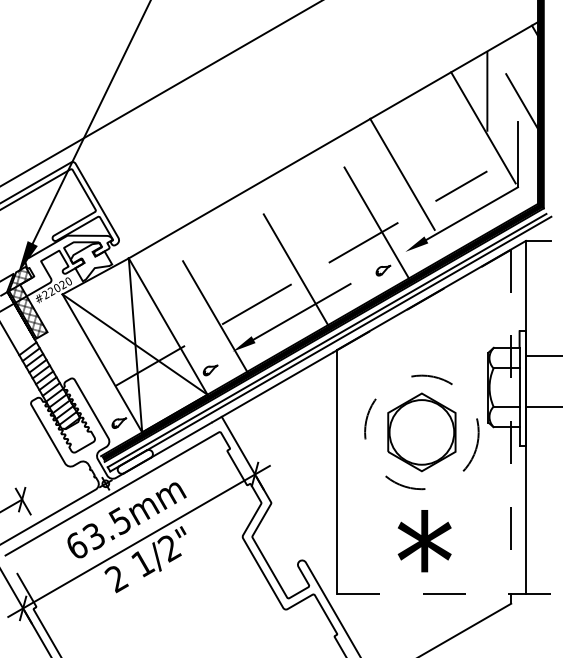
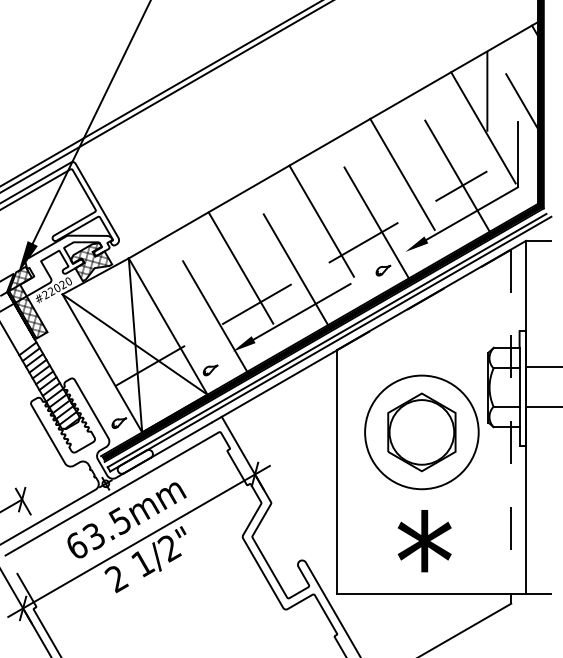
line at (166, 96): none -> present
line at (457, 175): none -> present
line at (321, 220): none -> present
hatch at (90, 261): none -> present
line at (240, 267): none -> present
line at (542, 355) position: (542, 355) -> (542, 366)
circle at (421, 432): dashed -> solid
line at (443, 593): dashed -> solid
